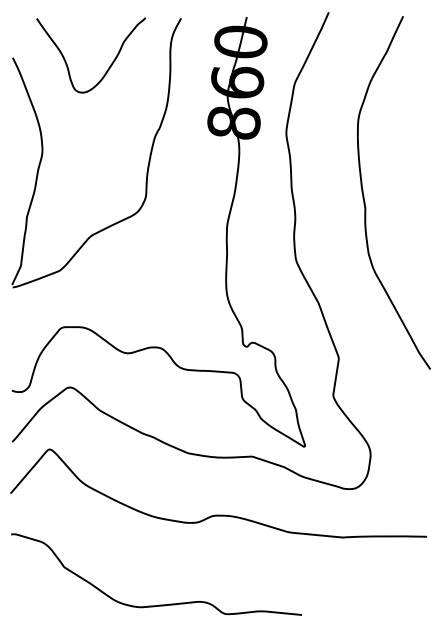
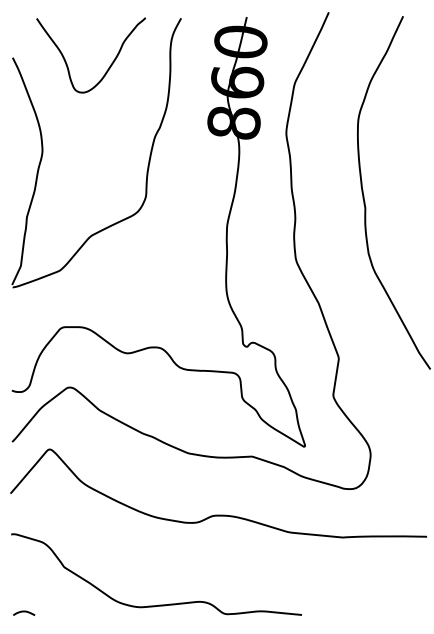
curve at (24, 612): none -> present
